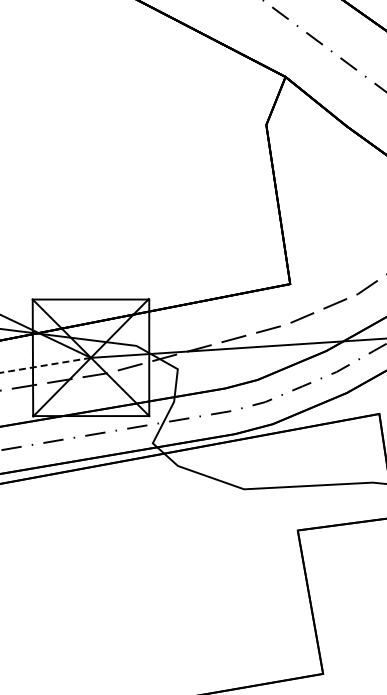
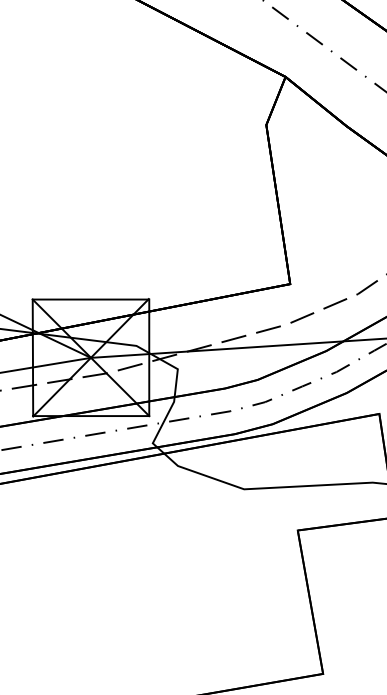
line at (45, 365): dashed -> solid
